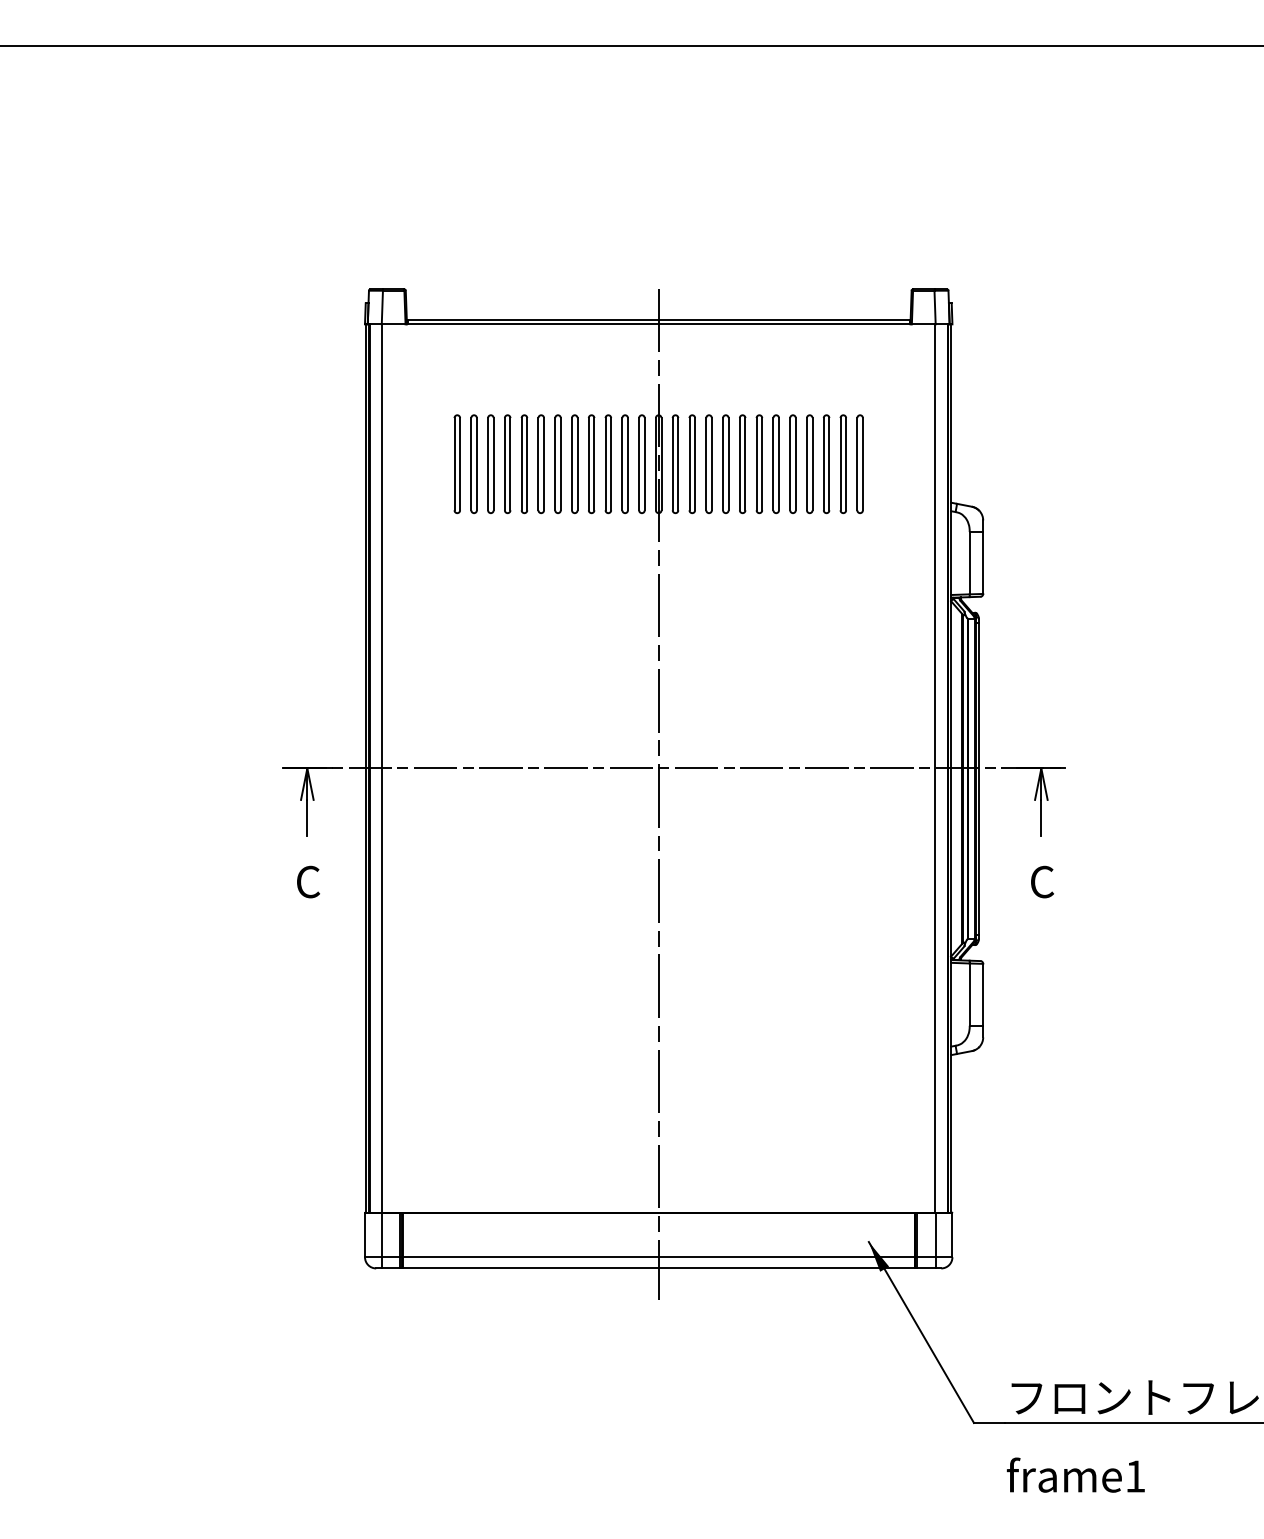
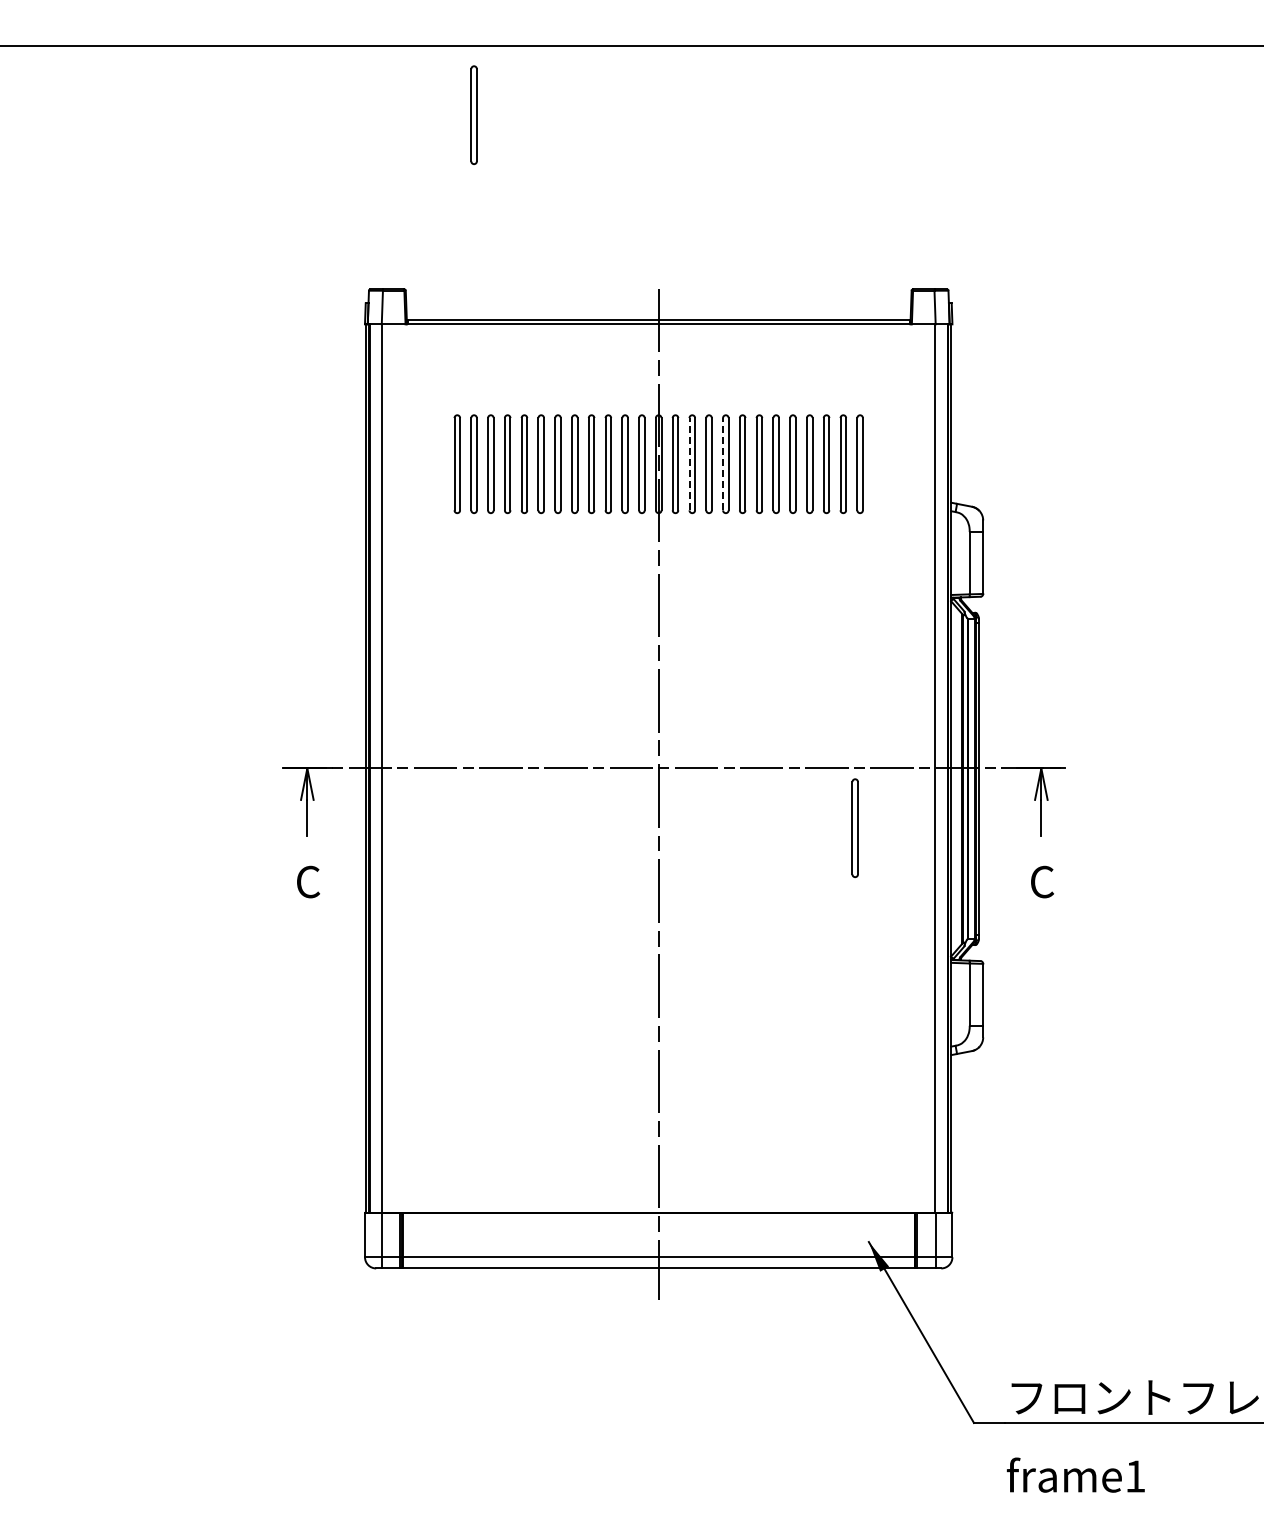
part at (473, 114): none -> present
line at (689, 463): solid -> dashed
line at (723, 463): solid -> dashed
part at (854, 827): none -> present
